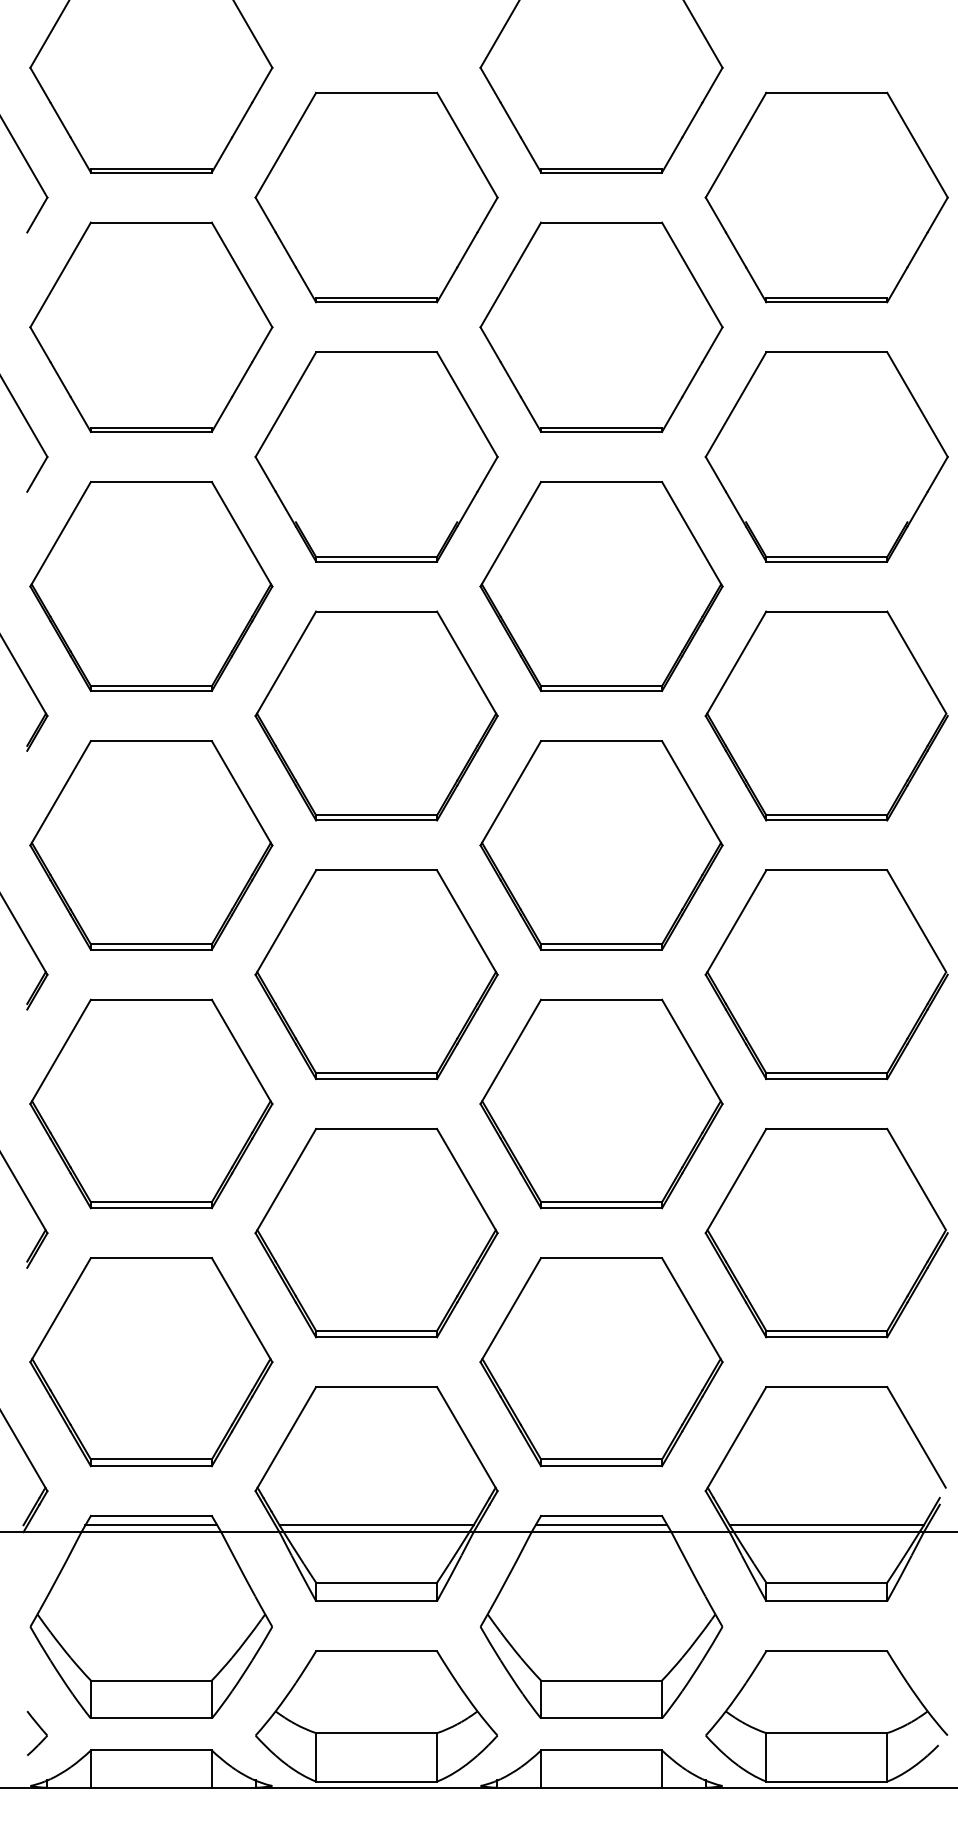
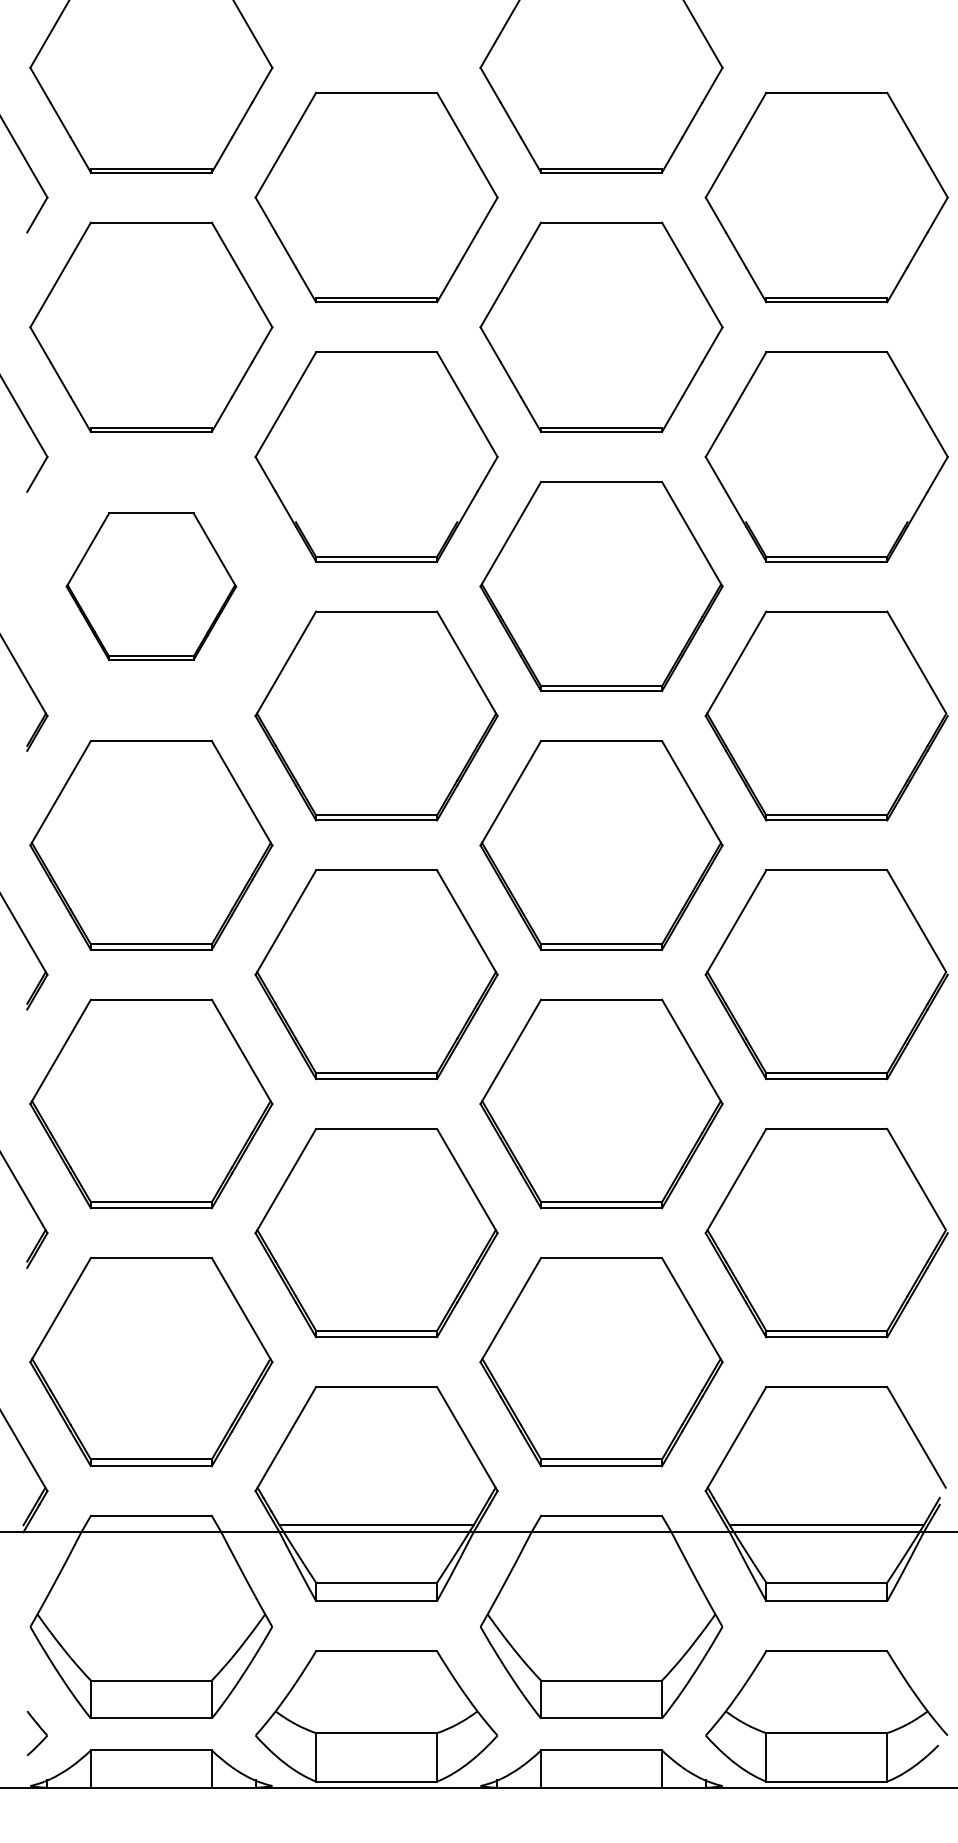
part at (151, 586) size: 245x212 px -> 173x149 px
line at (151, 1525): present -> none
line at (601, 1525): present -> none
